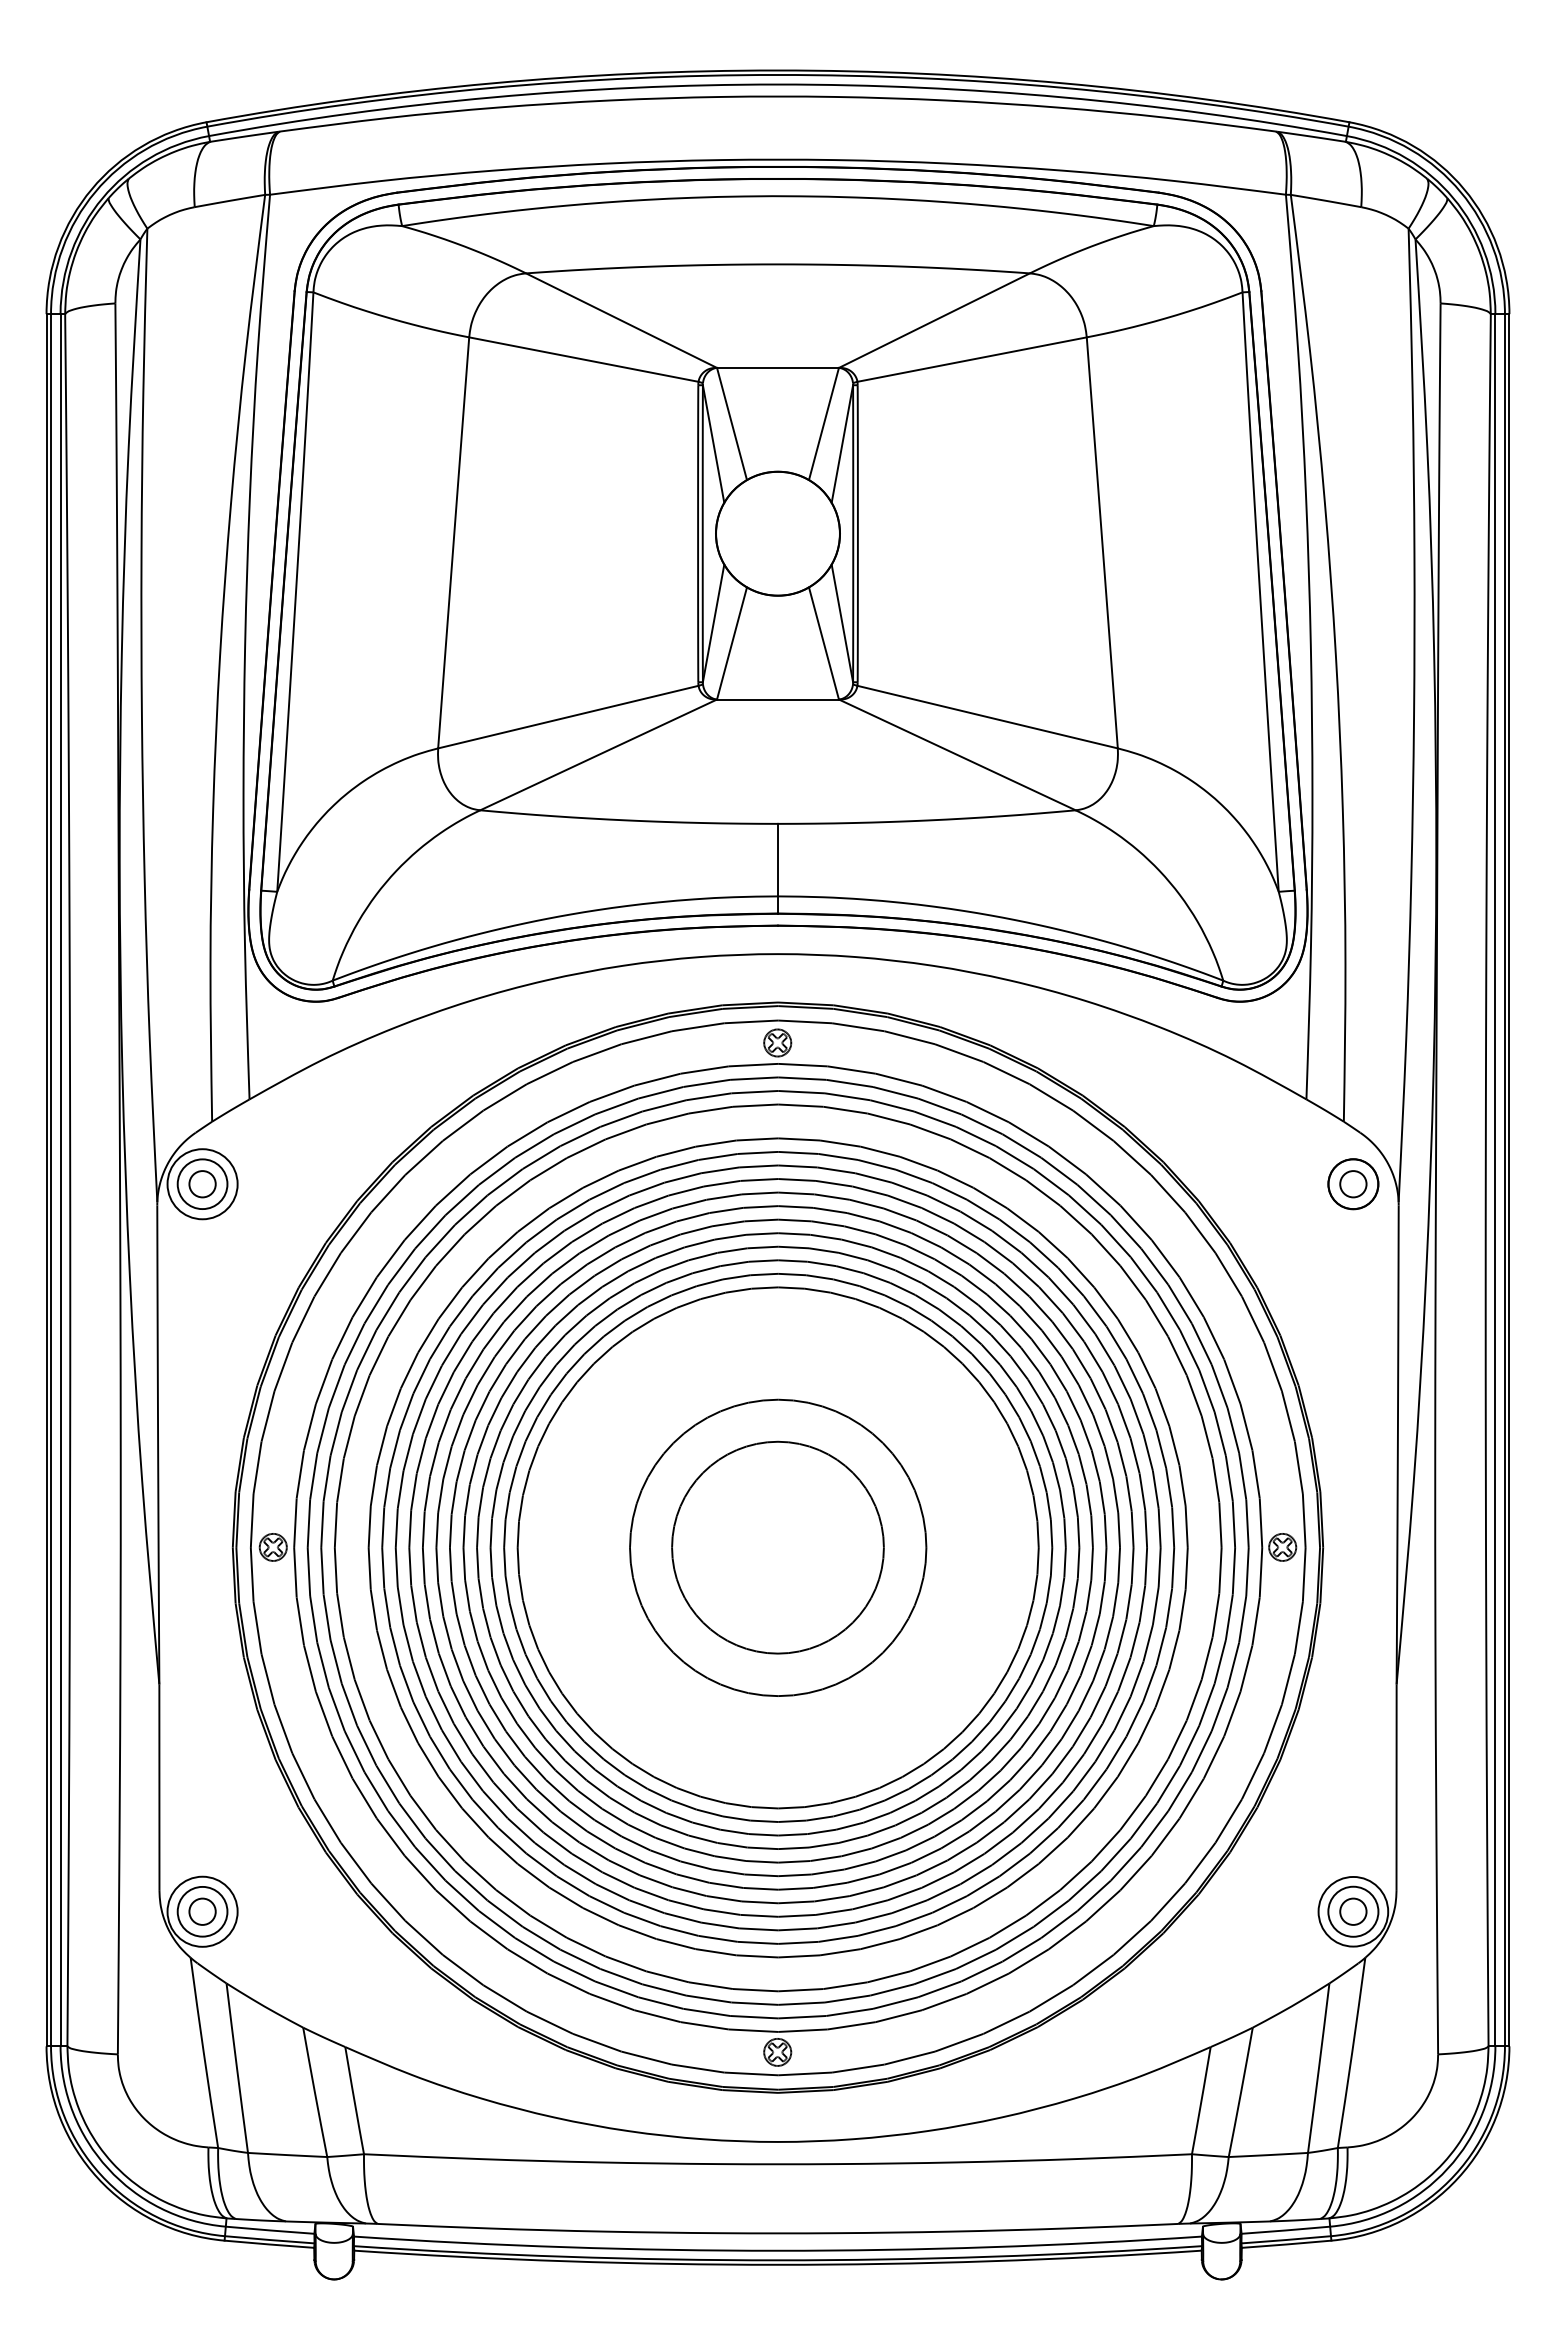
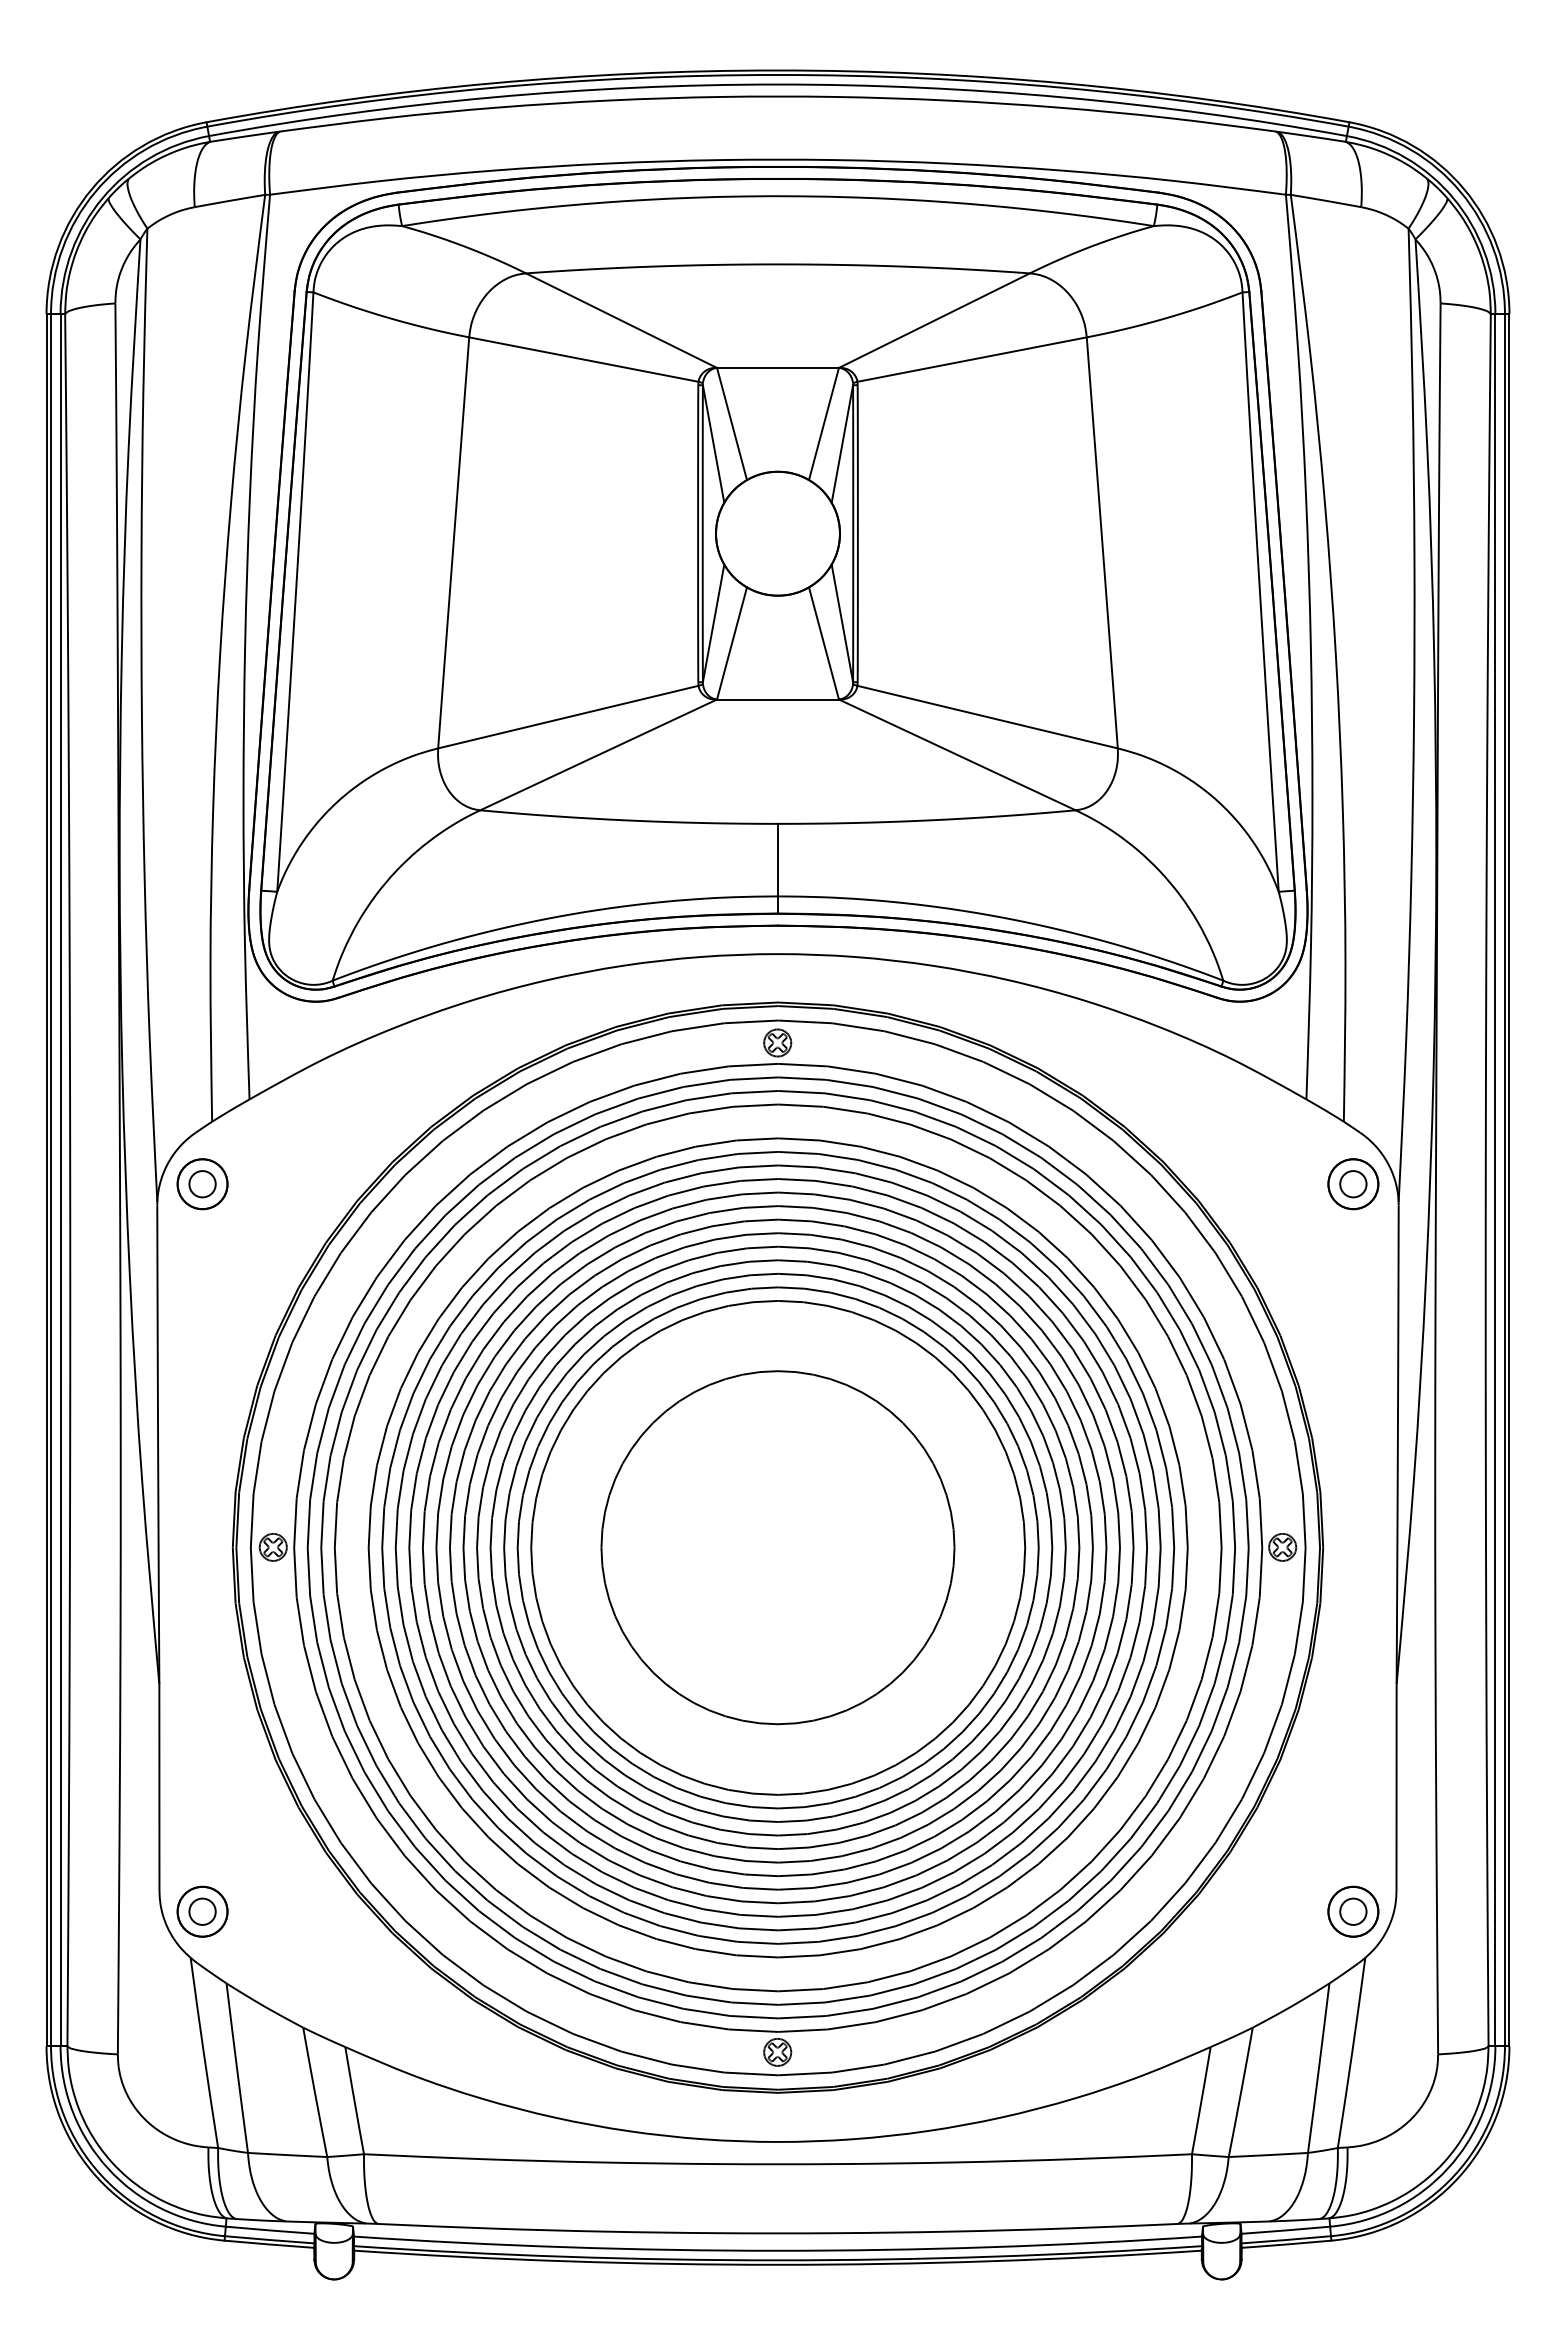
circle at (202, 1184) diameter: 70 px -> 50 px
circle at (777, 1547) diameter: 212 px -> 353 px
circle at (778, 1547) diameter: 296 px -> 494 px
circle at (202, 1911) diameter: 70 px -> 50 px
circle at (1353, 1911) diameter: 70 px -> 50 px
